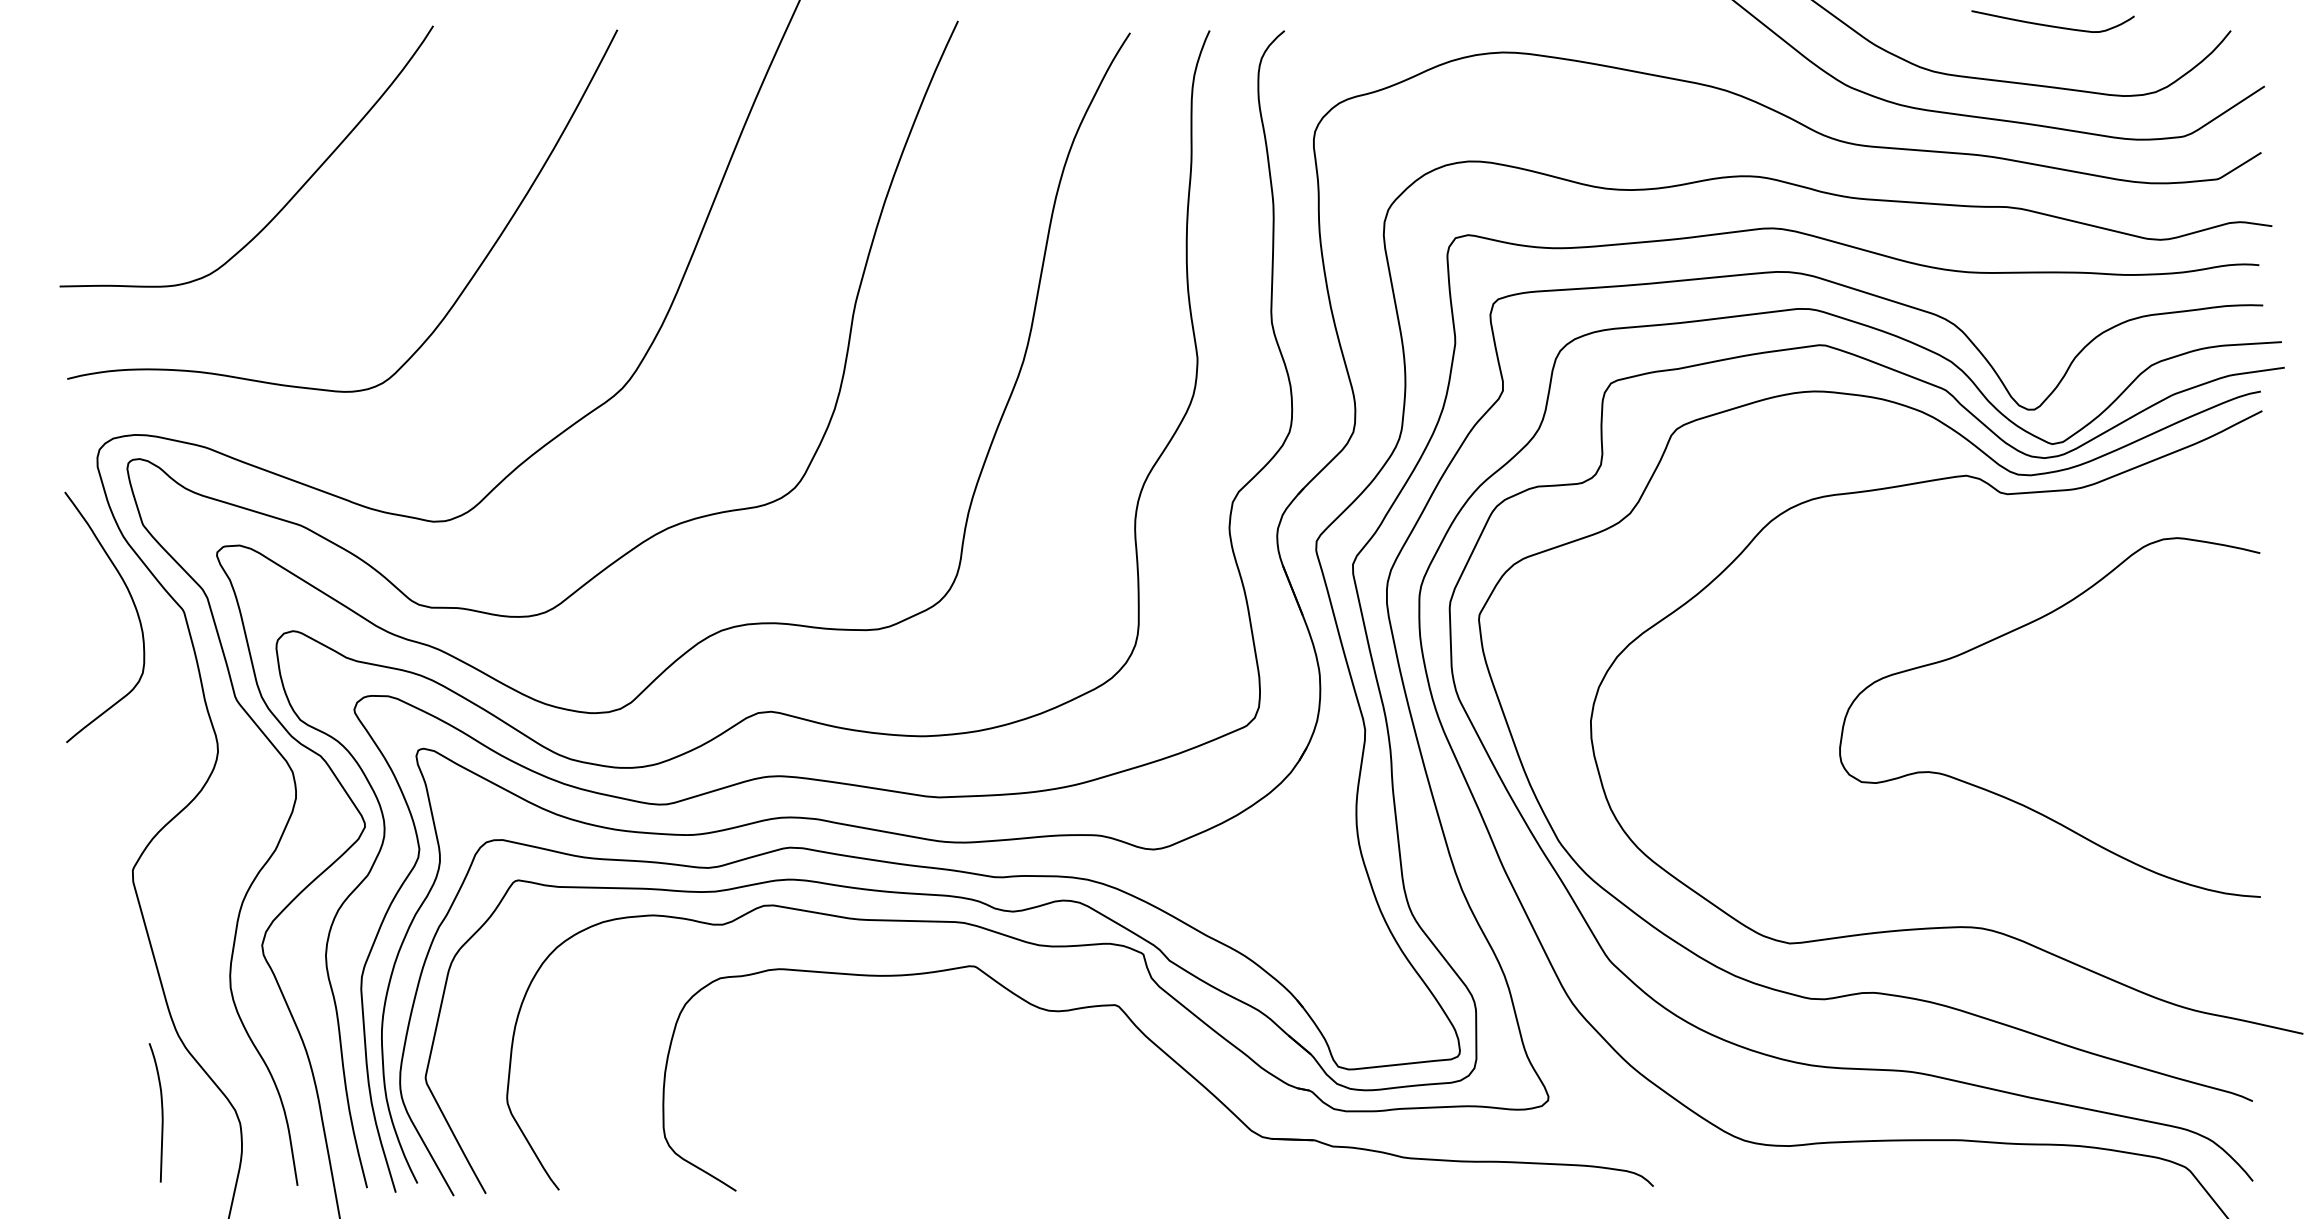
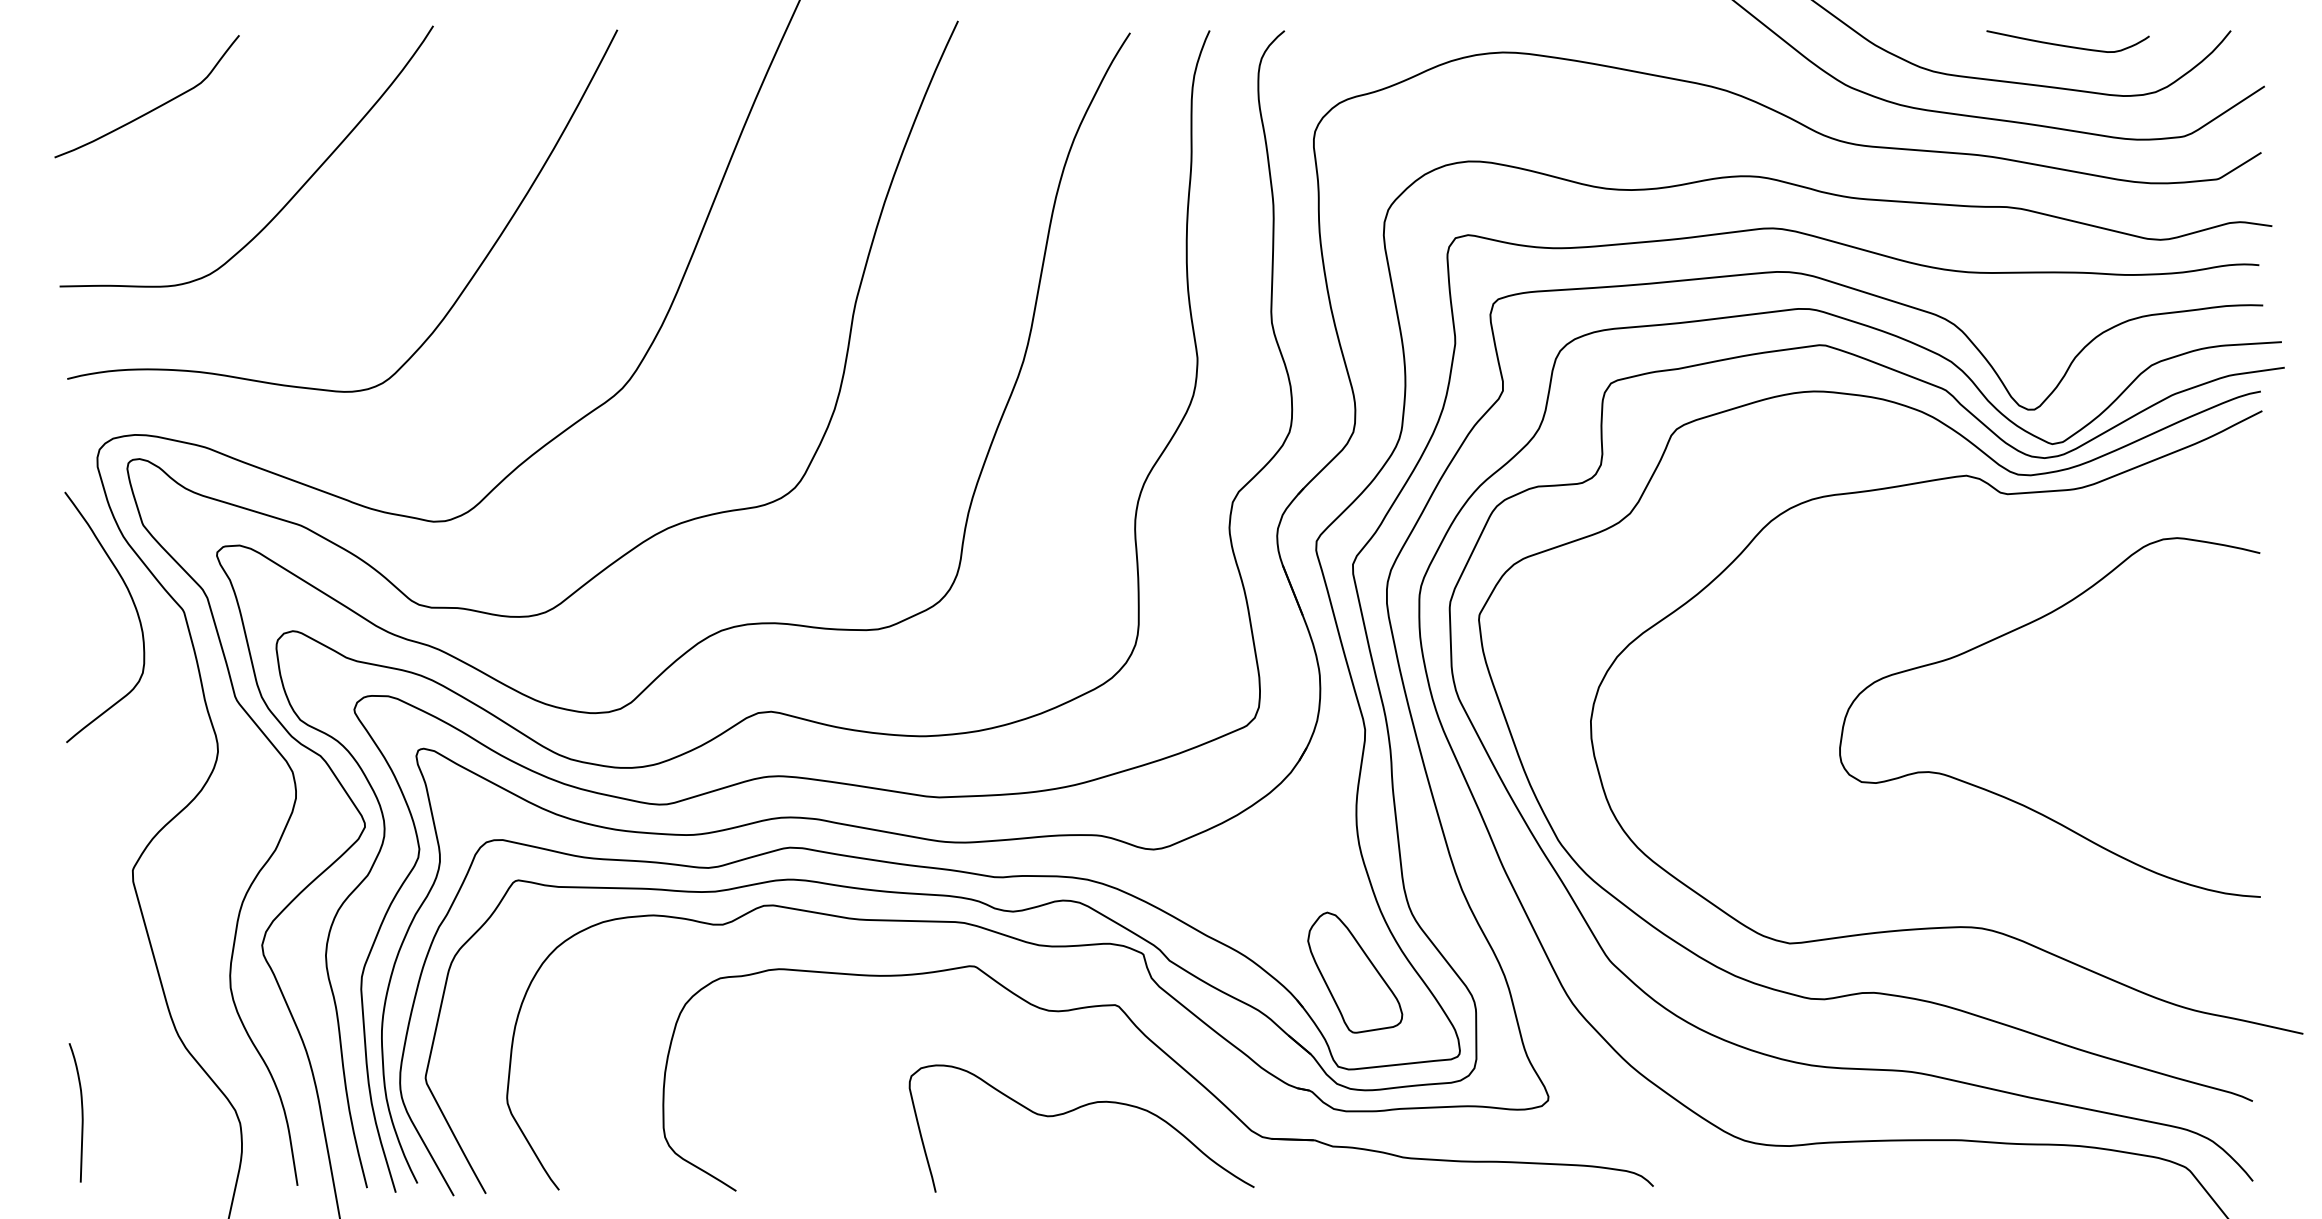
curve at (2052, 25) position: (2052, 25) -> (2067, 45)
curve at (153, 108): none -> present
part at (1355, 972): none -> present
curve at (1073, 1111): none -> present
curve at (161, 1112) position: (161, 1112) -> (81, 1112)
